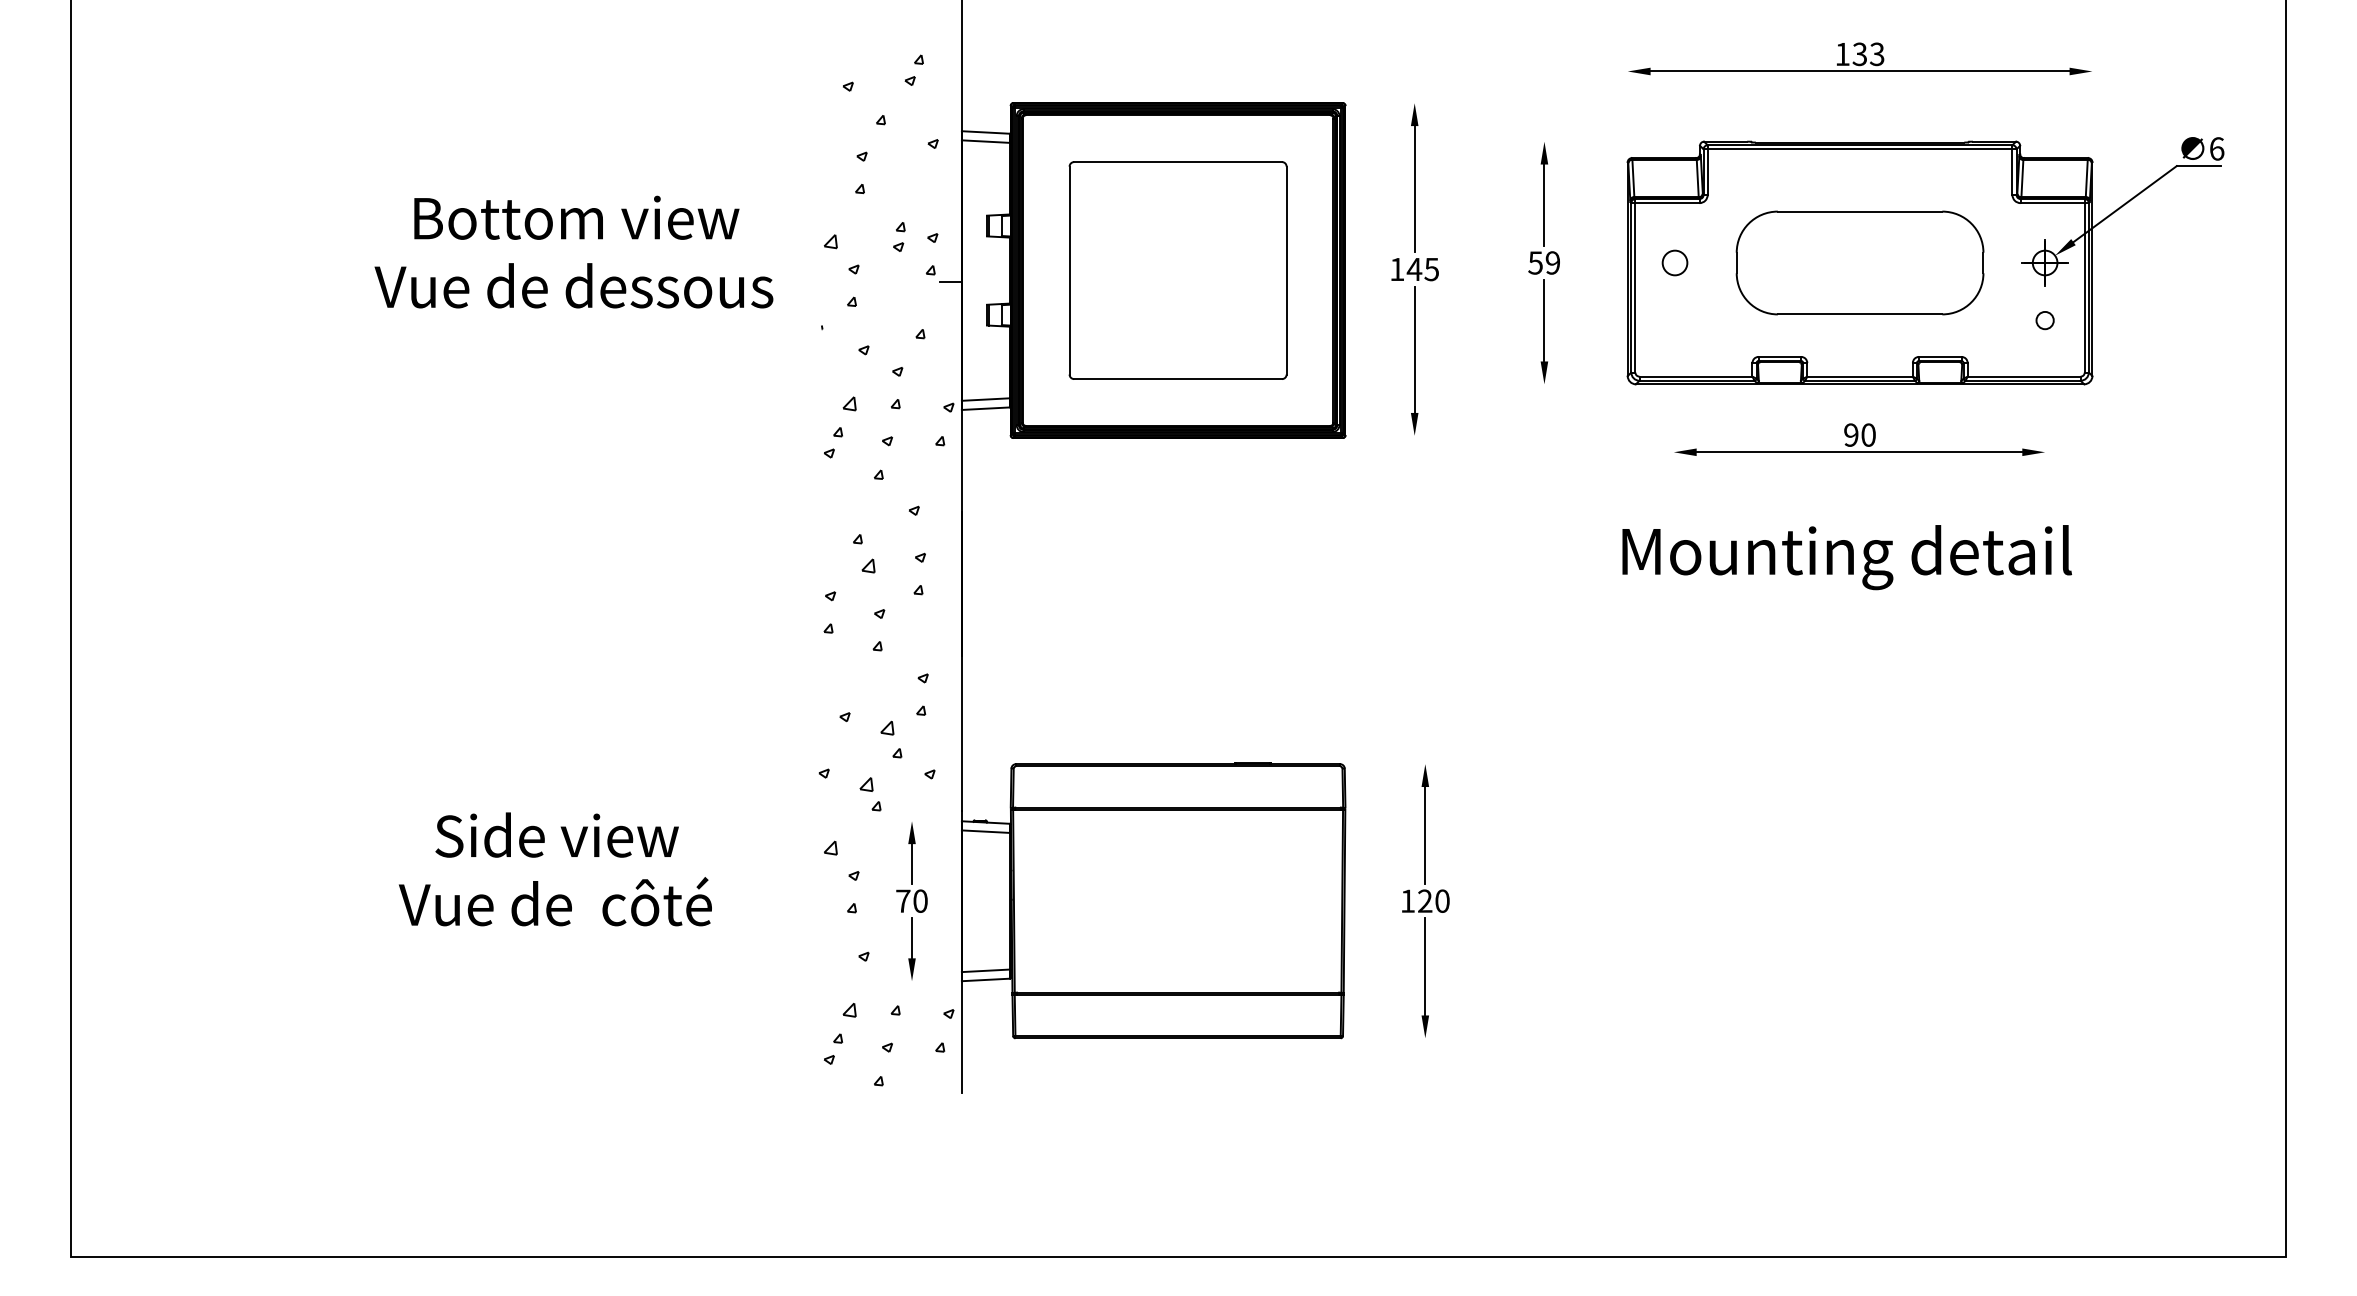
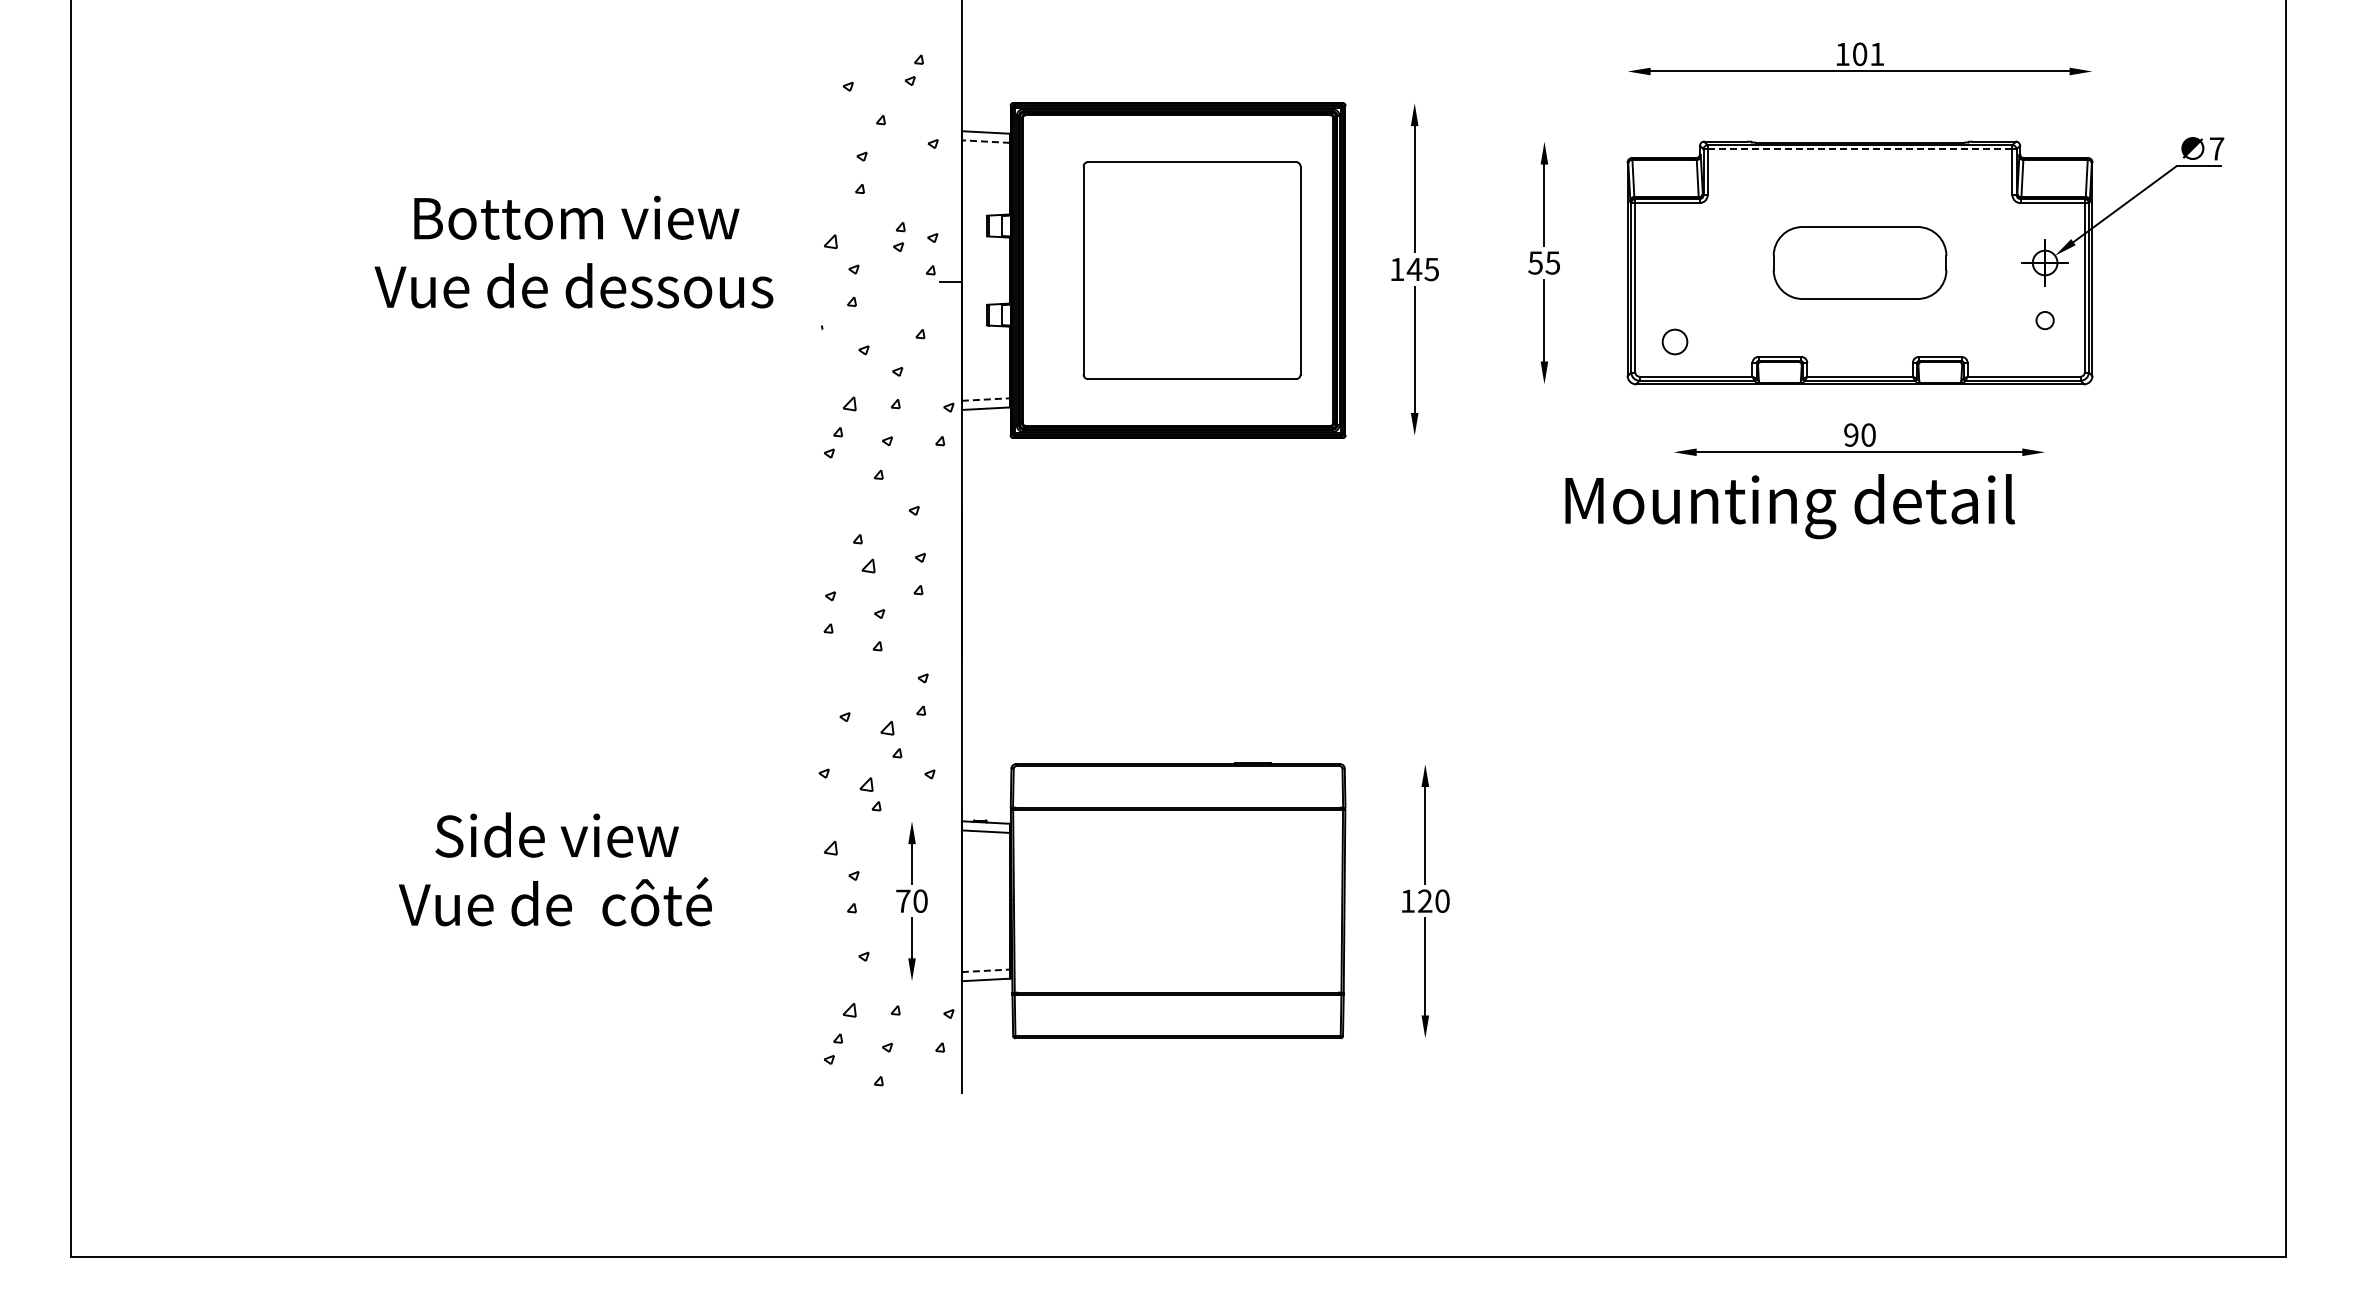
text at (1868, 54): 133 -> 101
line at (985, 141): solid -> dashed
text at (2217, 148): 6 -> 7
line at (1859, 149): solid -> dashed
text at (1552, 262): 59 -> 55
circle at (1674, 262) position: (1674, 262) -> (1674, 341)
part at (1859, 262) size: 250x106 px -> 176x74 px
part at (1177, 270) position: (1177, 270) -> (1191, 270)
line at (986, 399): solid -> dashed
text at (1846, 557) position: (1846, 557) -> (1789, 506)
line at (986, 970): solid -> dashed
